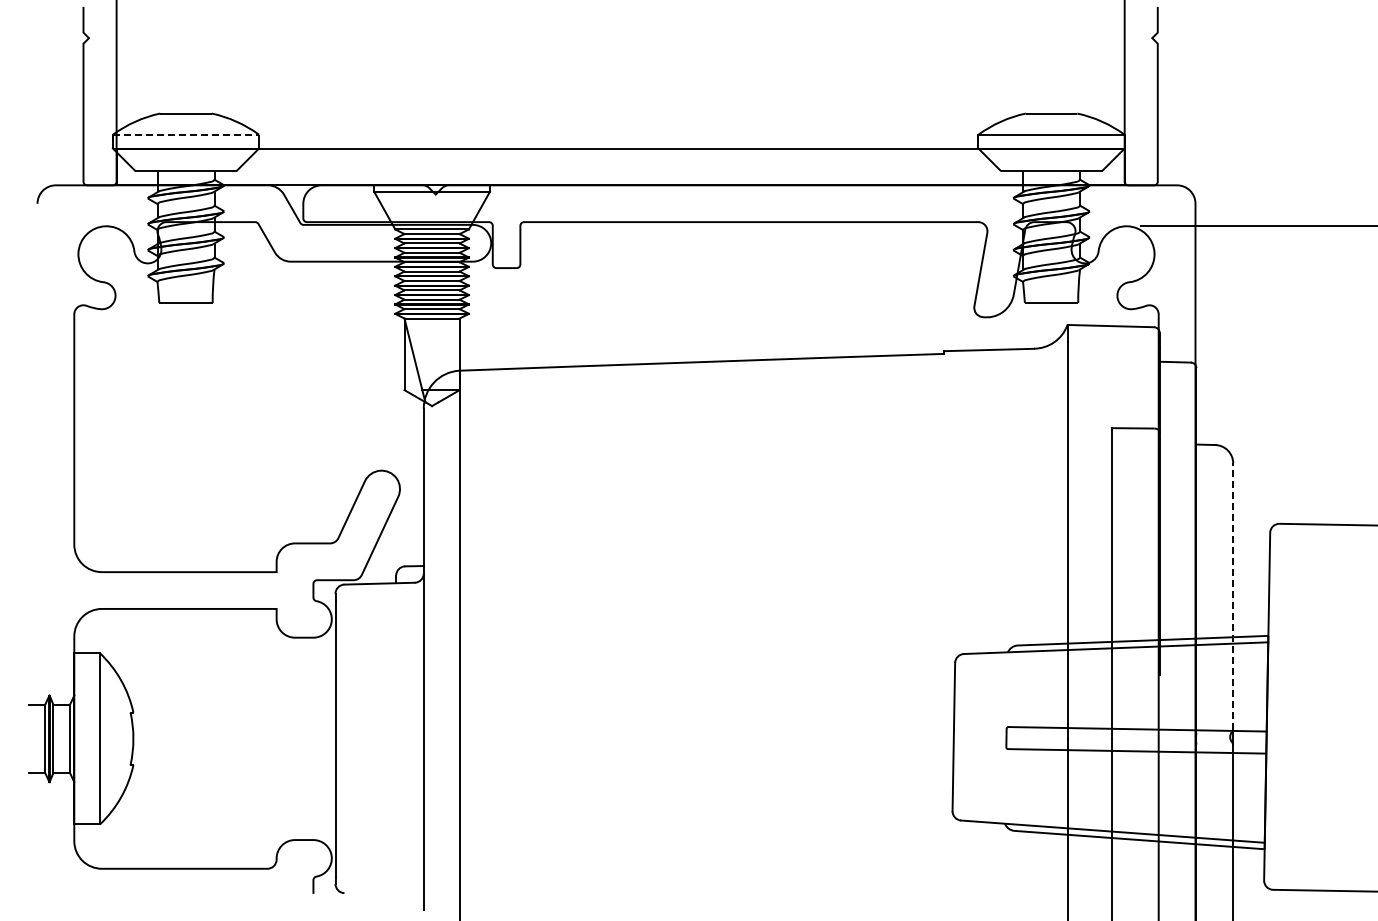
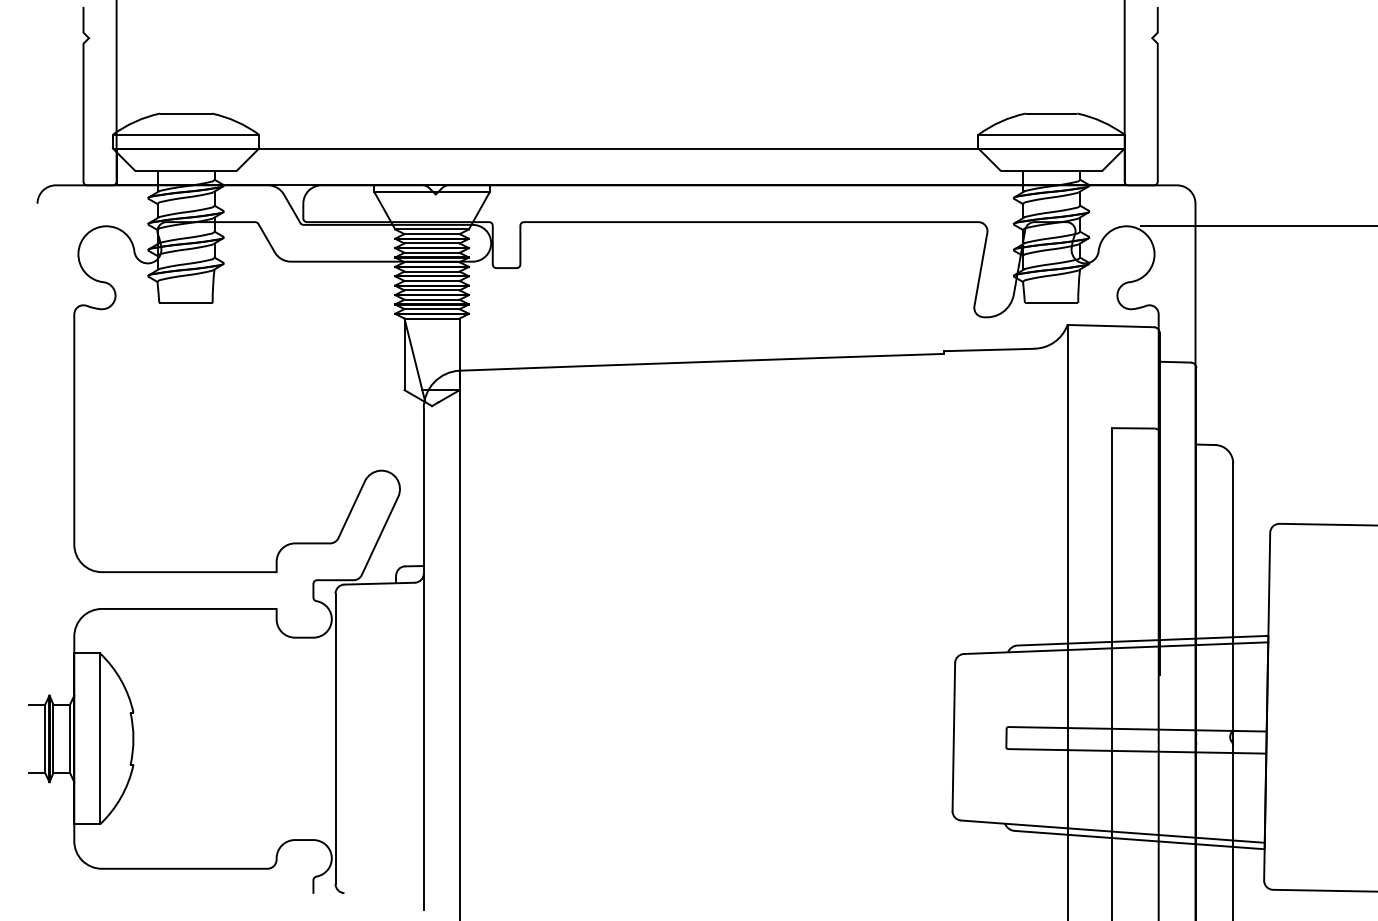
line at (186, 134): dashed -> solid
line at (1233, 596): dashed -> solid
